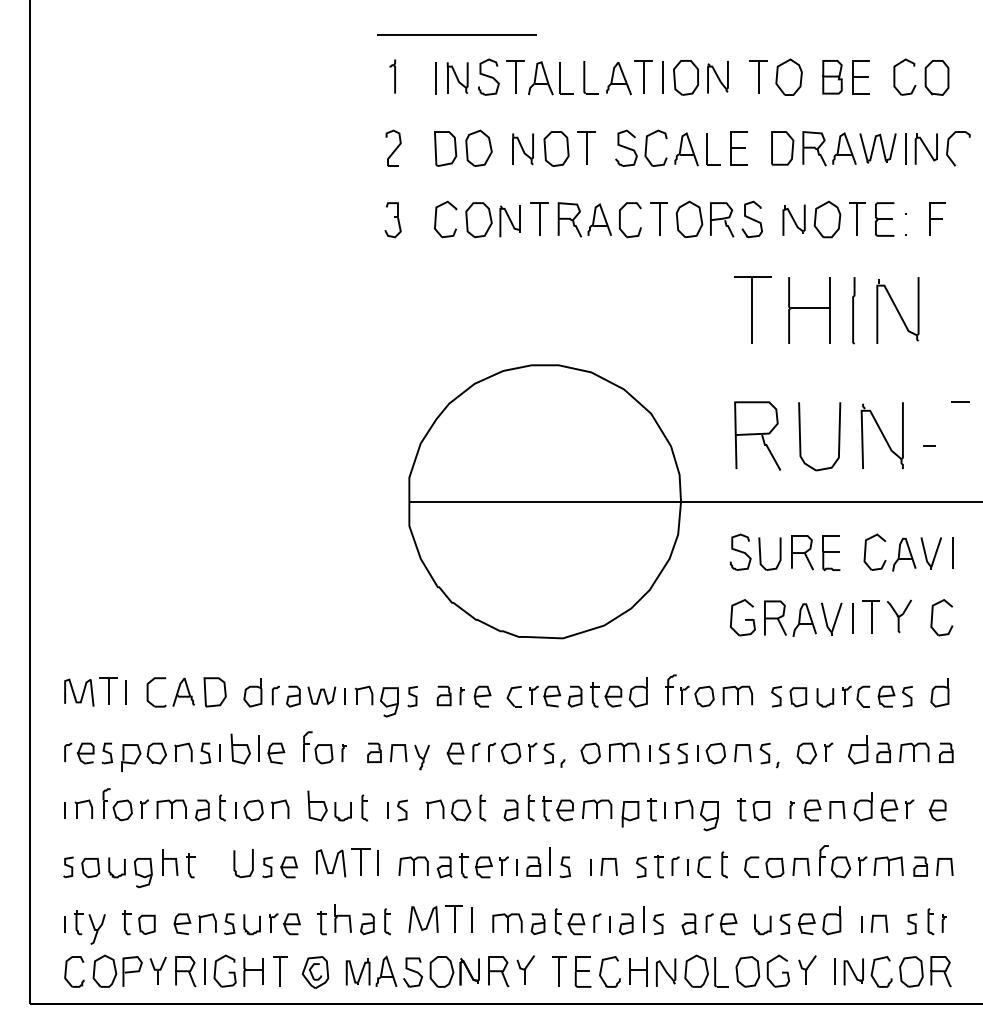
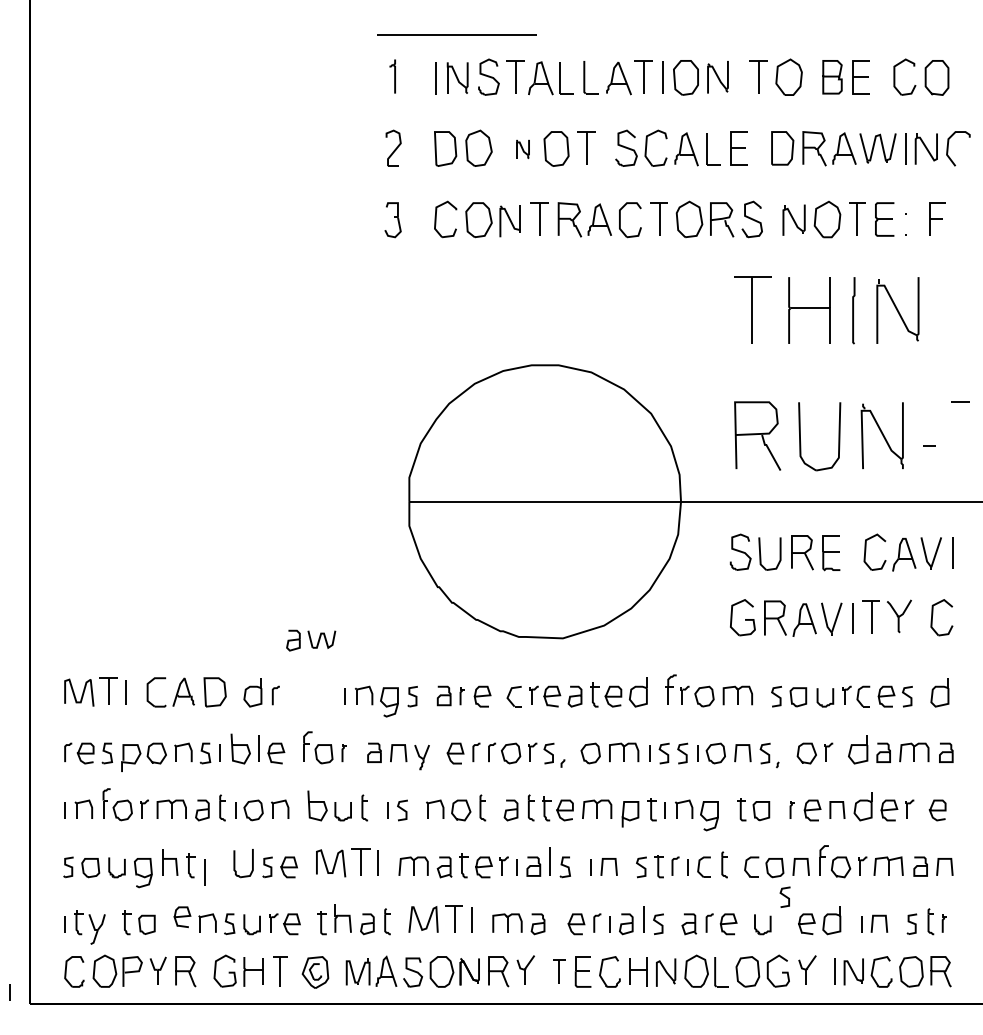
part at (522, 149) size: 22x33 px -> 14x20 px
part at (311, 696) position: (311, 696) -> (311, 640)
part at (558, 921): present -> none
curve at (182, 923) position: (182, 923) -> (182, 916)
curve at (784, 923) position: (784, 923) -> (784, 896)
line at (204, 971) position: (204, 971) -> (204, 872)
part at (559, 971) size: 15x31 px -> 13x25 px
line at (9, 992): none -> present
